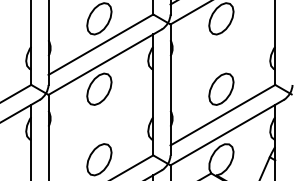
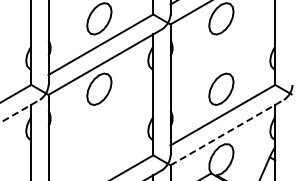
line at (20, 111): solid -> dashed
line at (227, 132): solid -> dashed
part at (99, 159): present -> none
